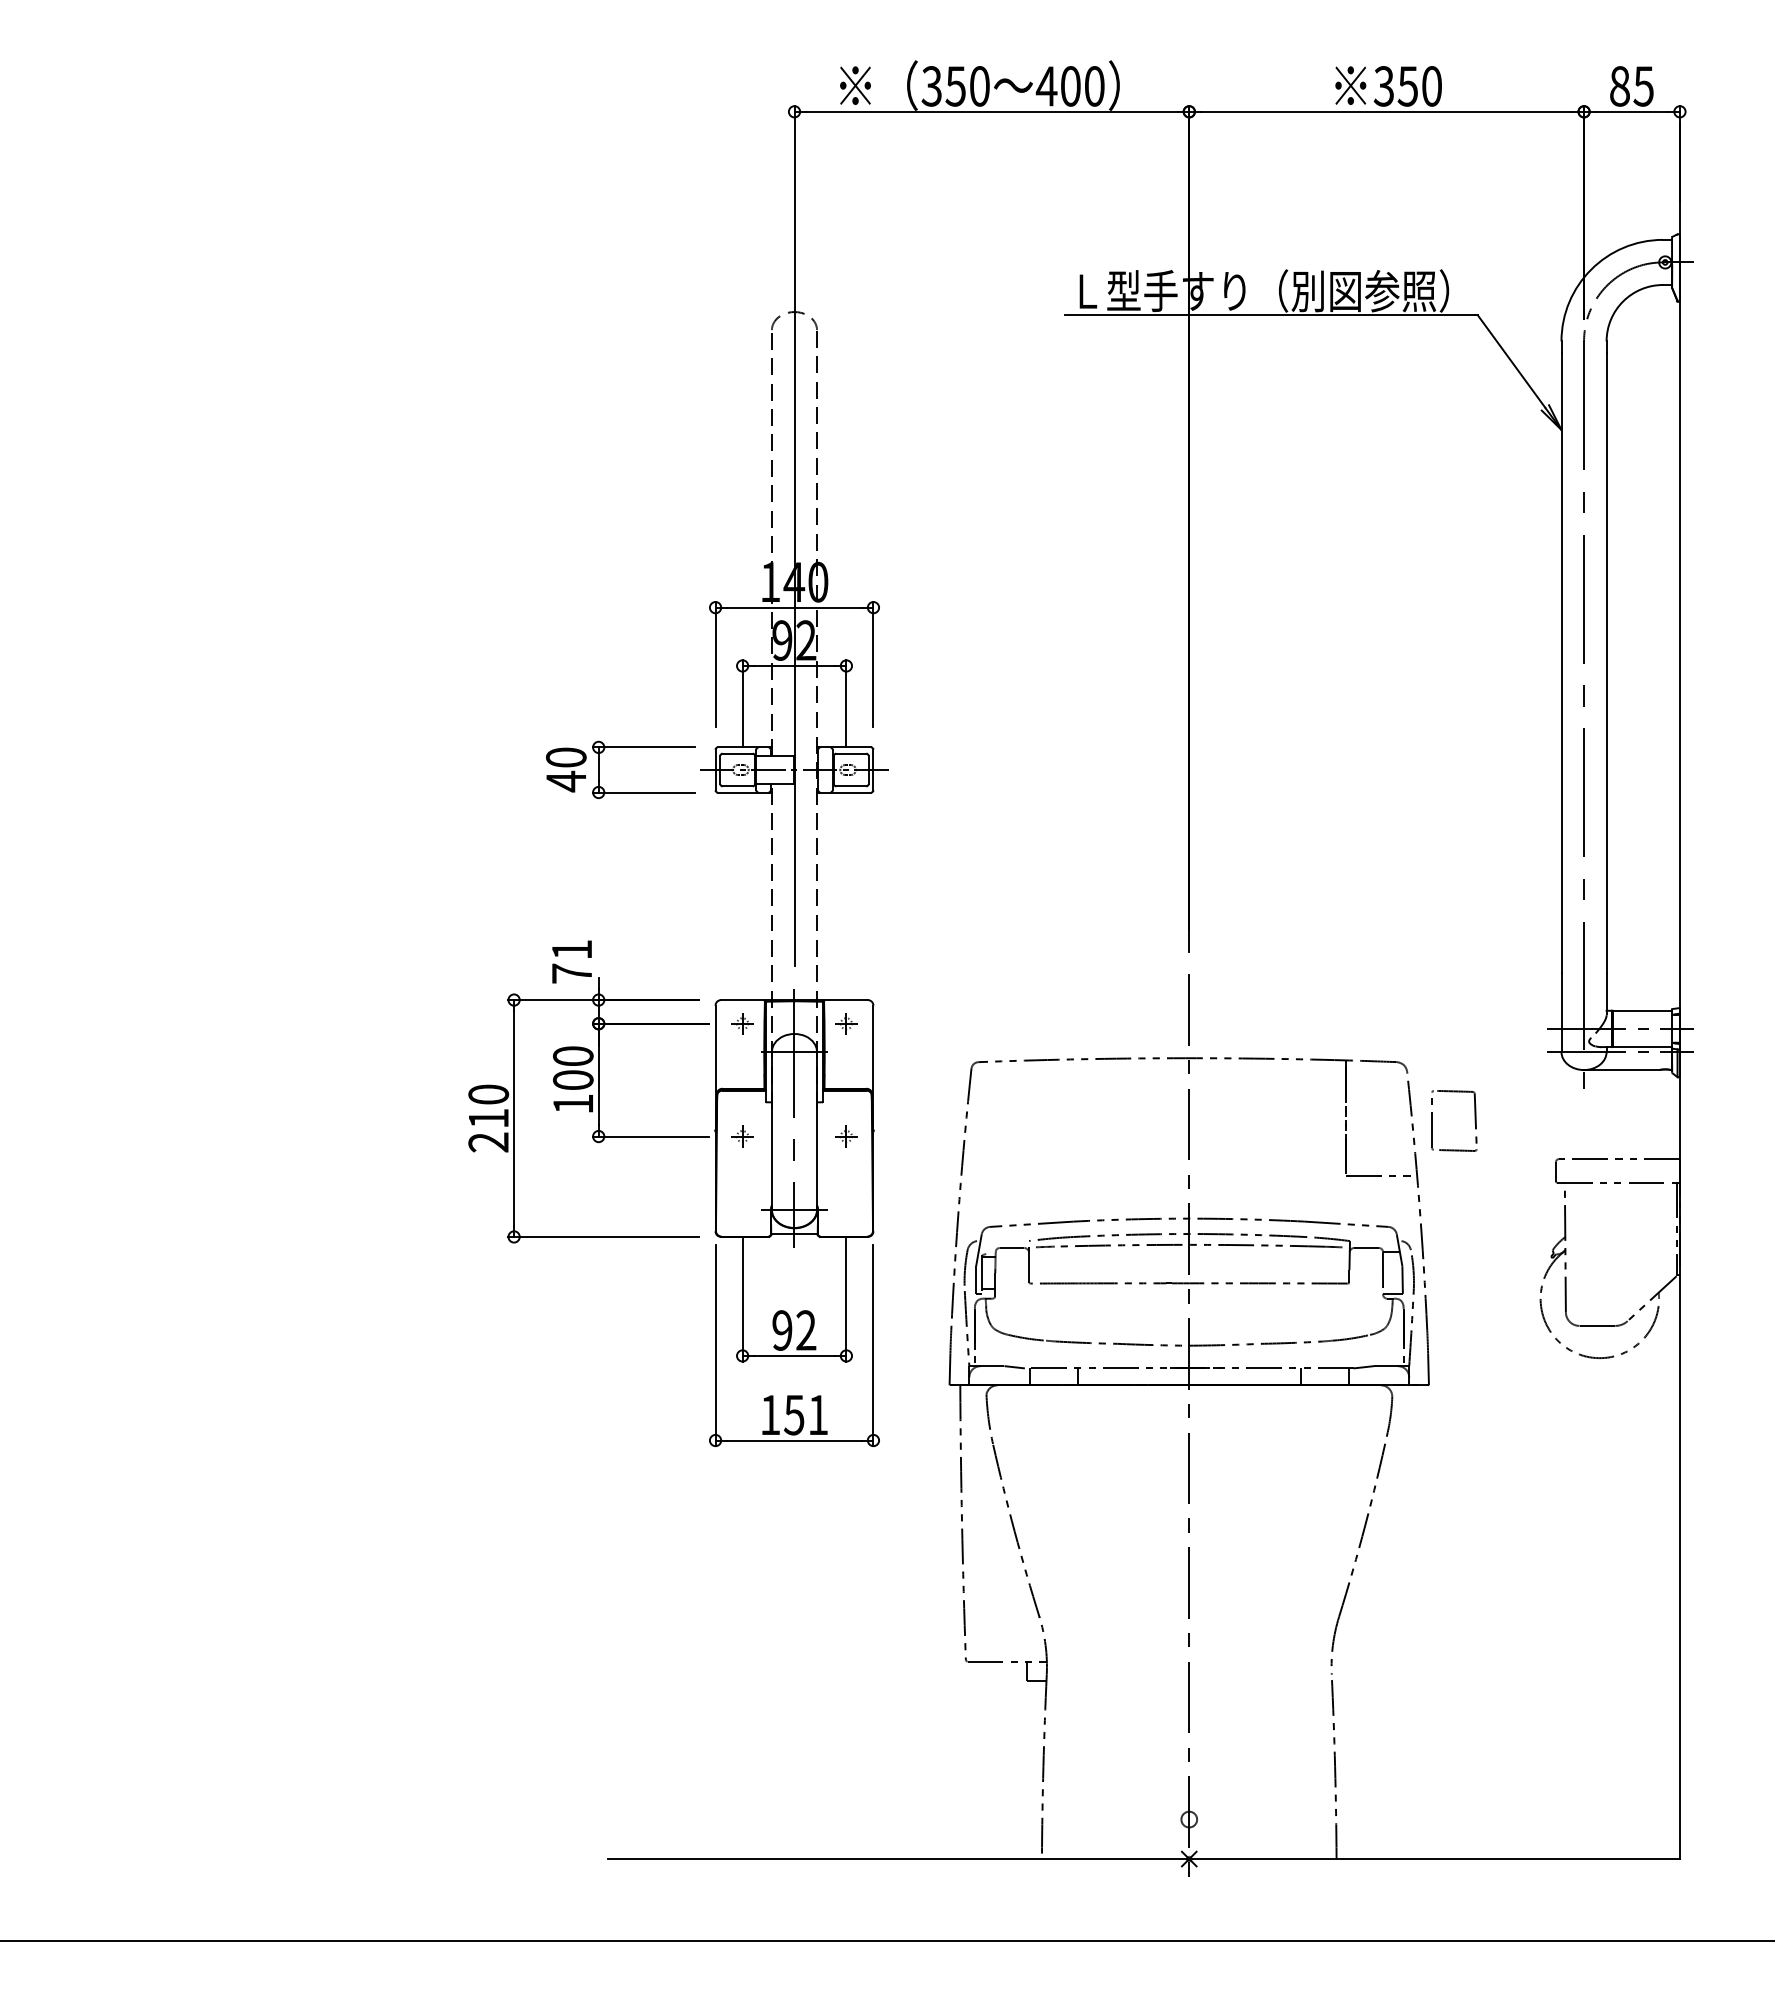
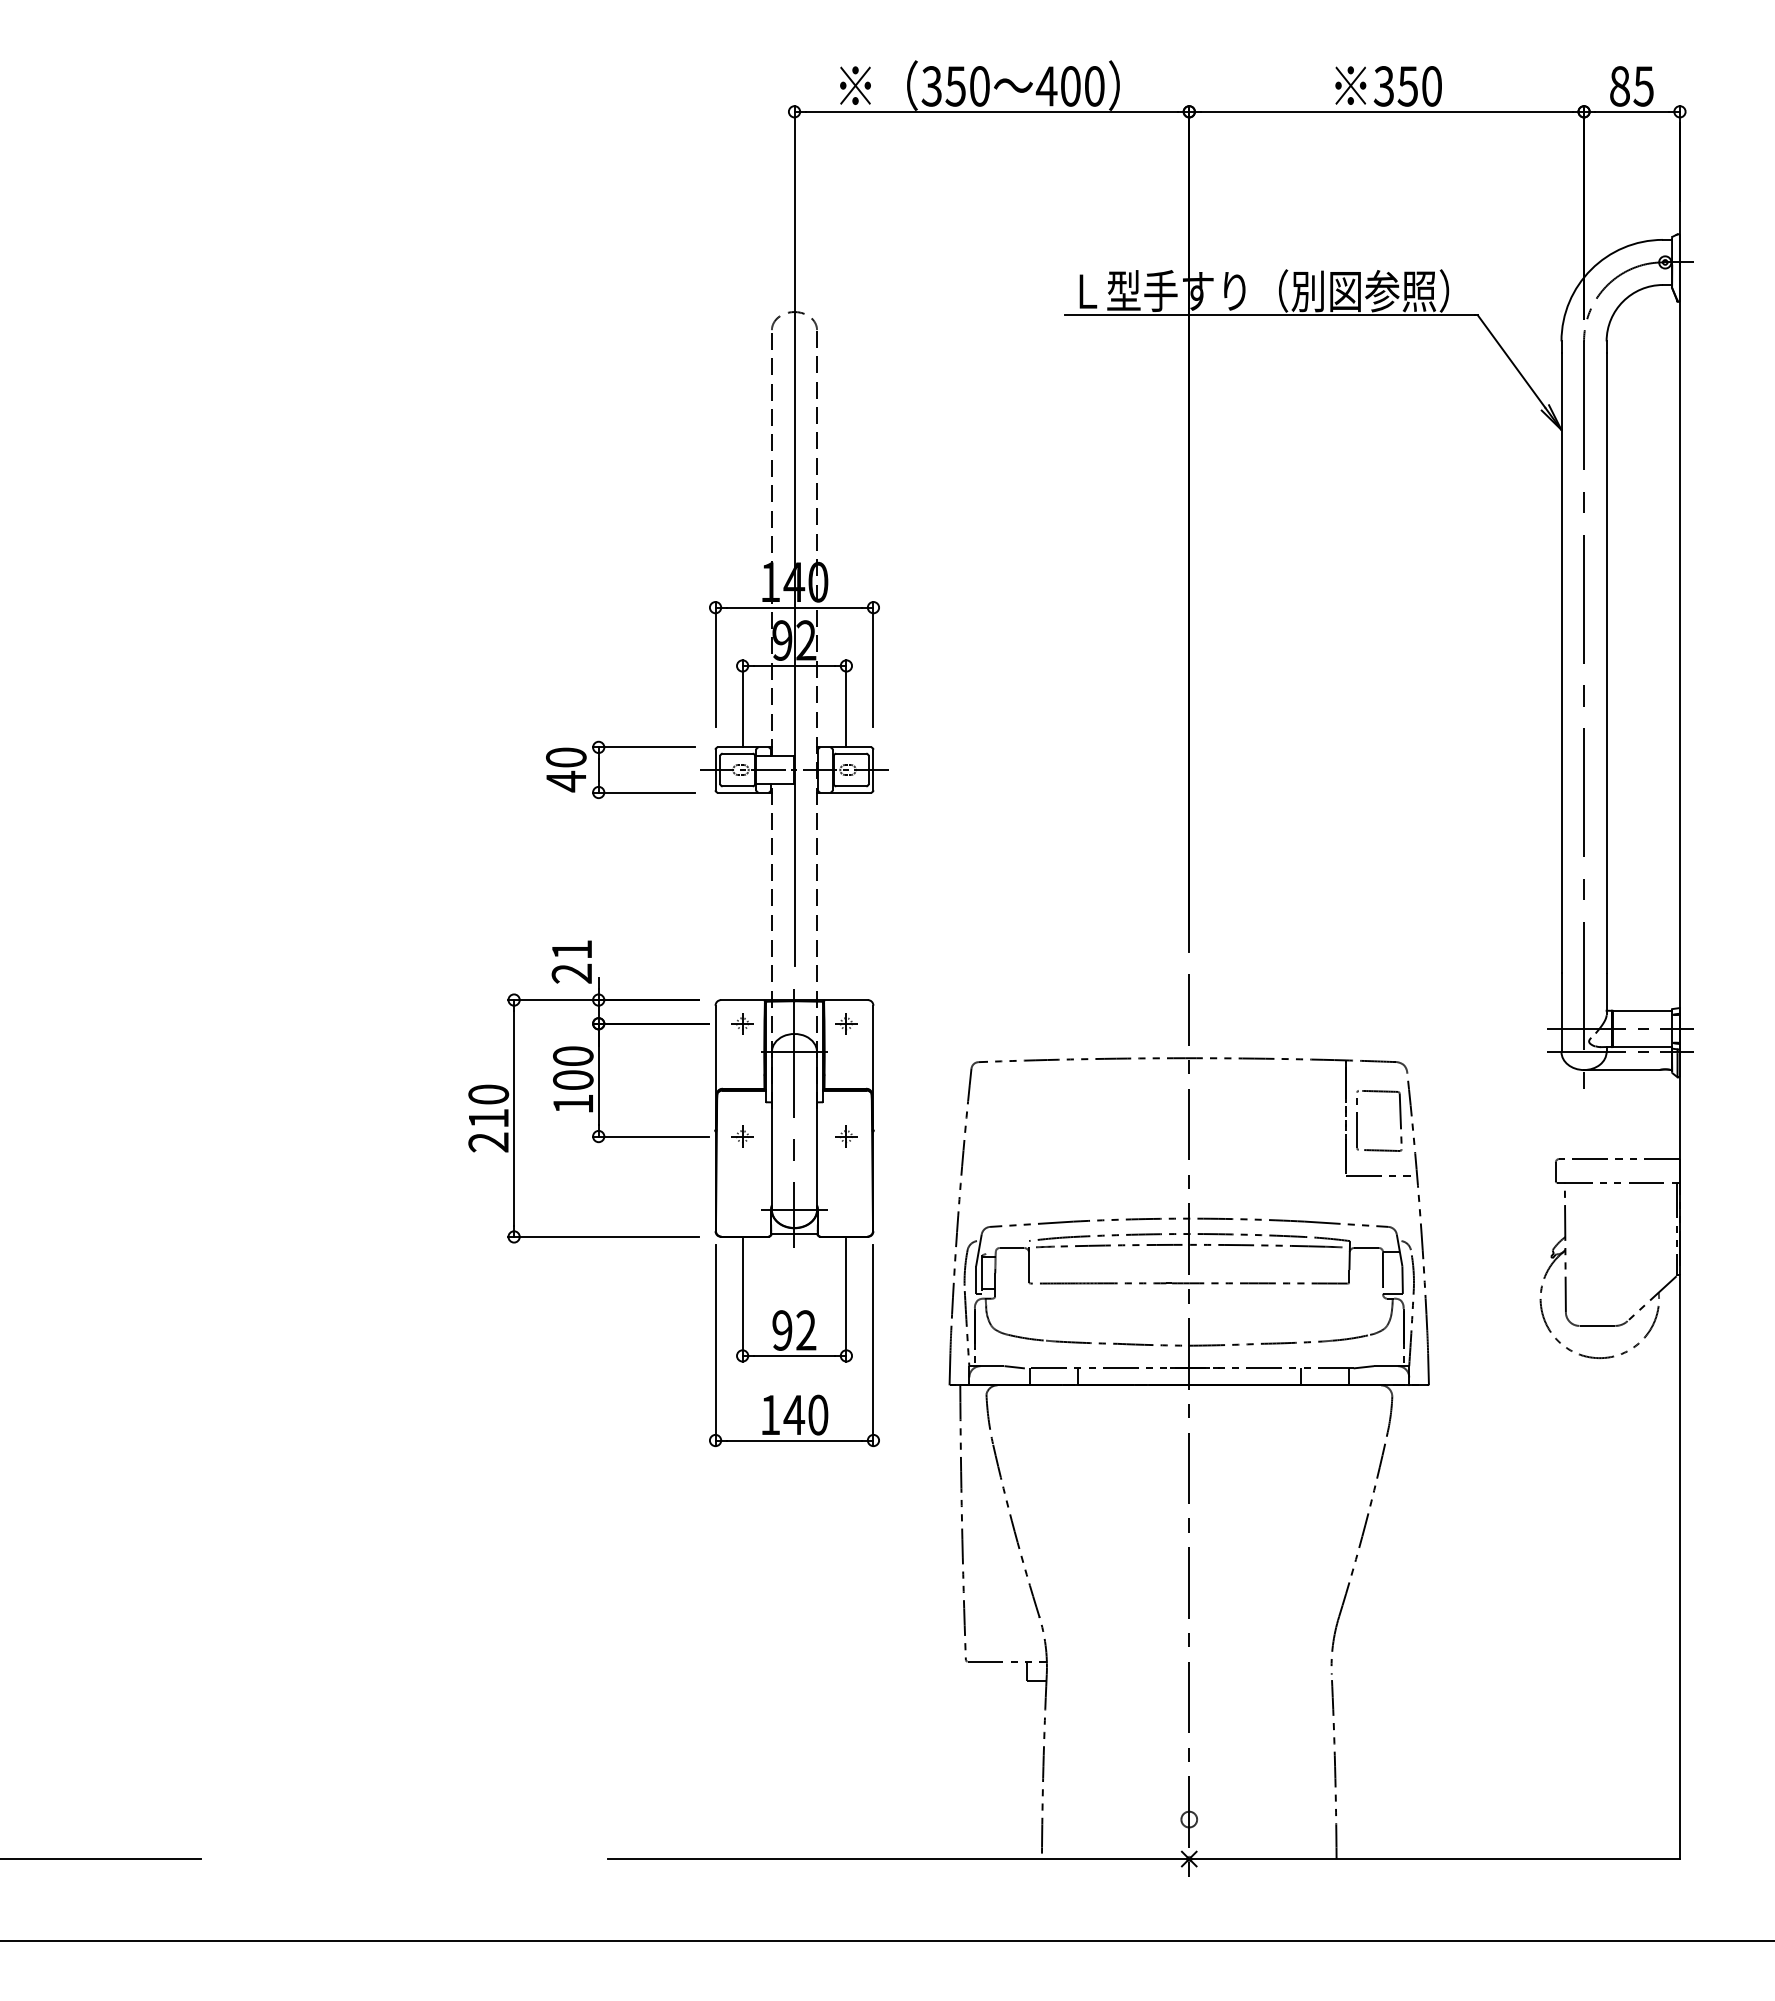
text at (571, 973): 71 -> 21
part at (1474, 1120) position: (1474, 1120) -> (1399, 1120)
text at (805, 1414): 151 -> 140
line at (101, 1859): none -> present
